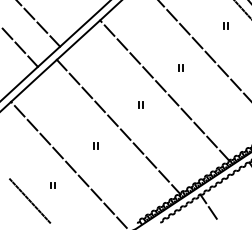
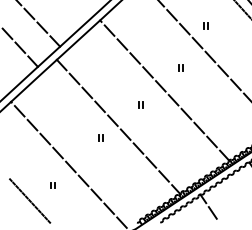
part at (225, 25) position: (225, 25) -> (205, 25)
part at (95, 145) position: (95, 145) -> (100, 137)
